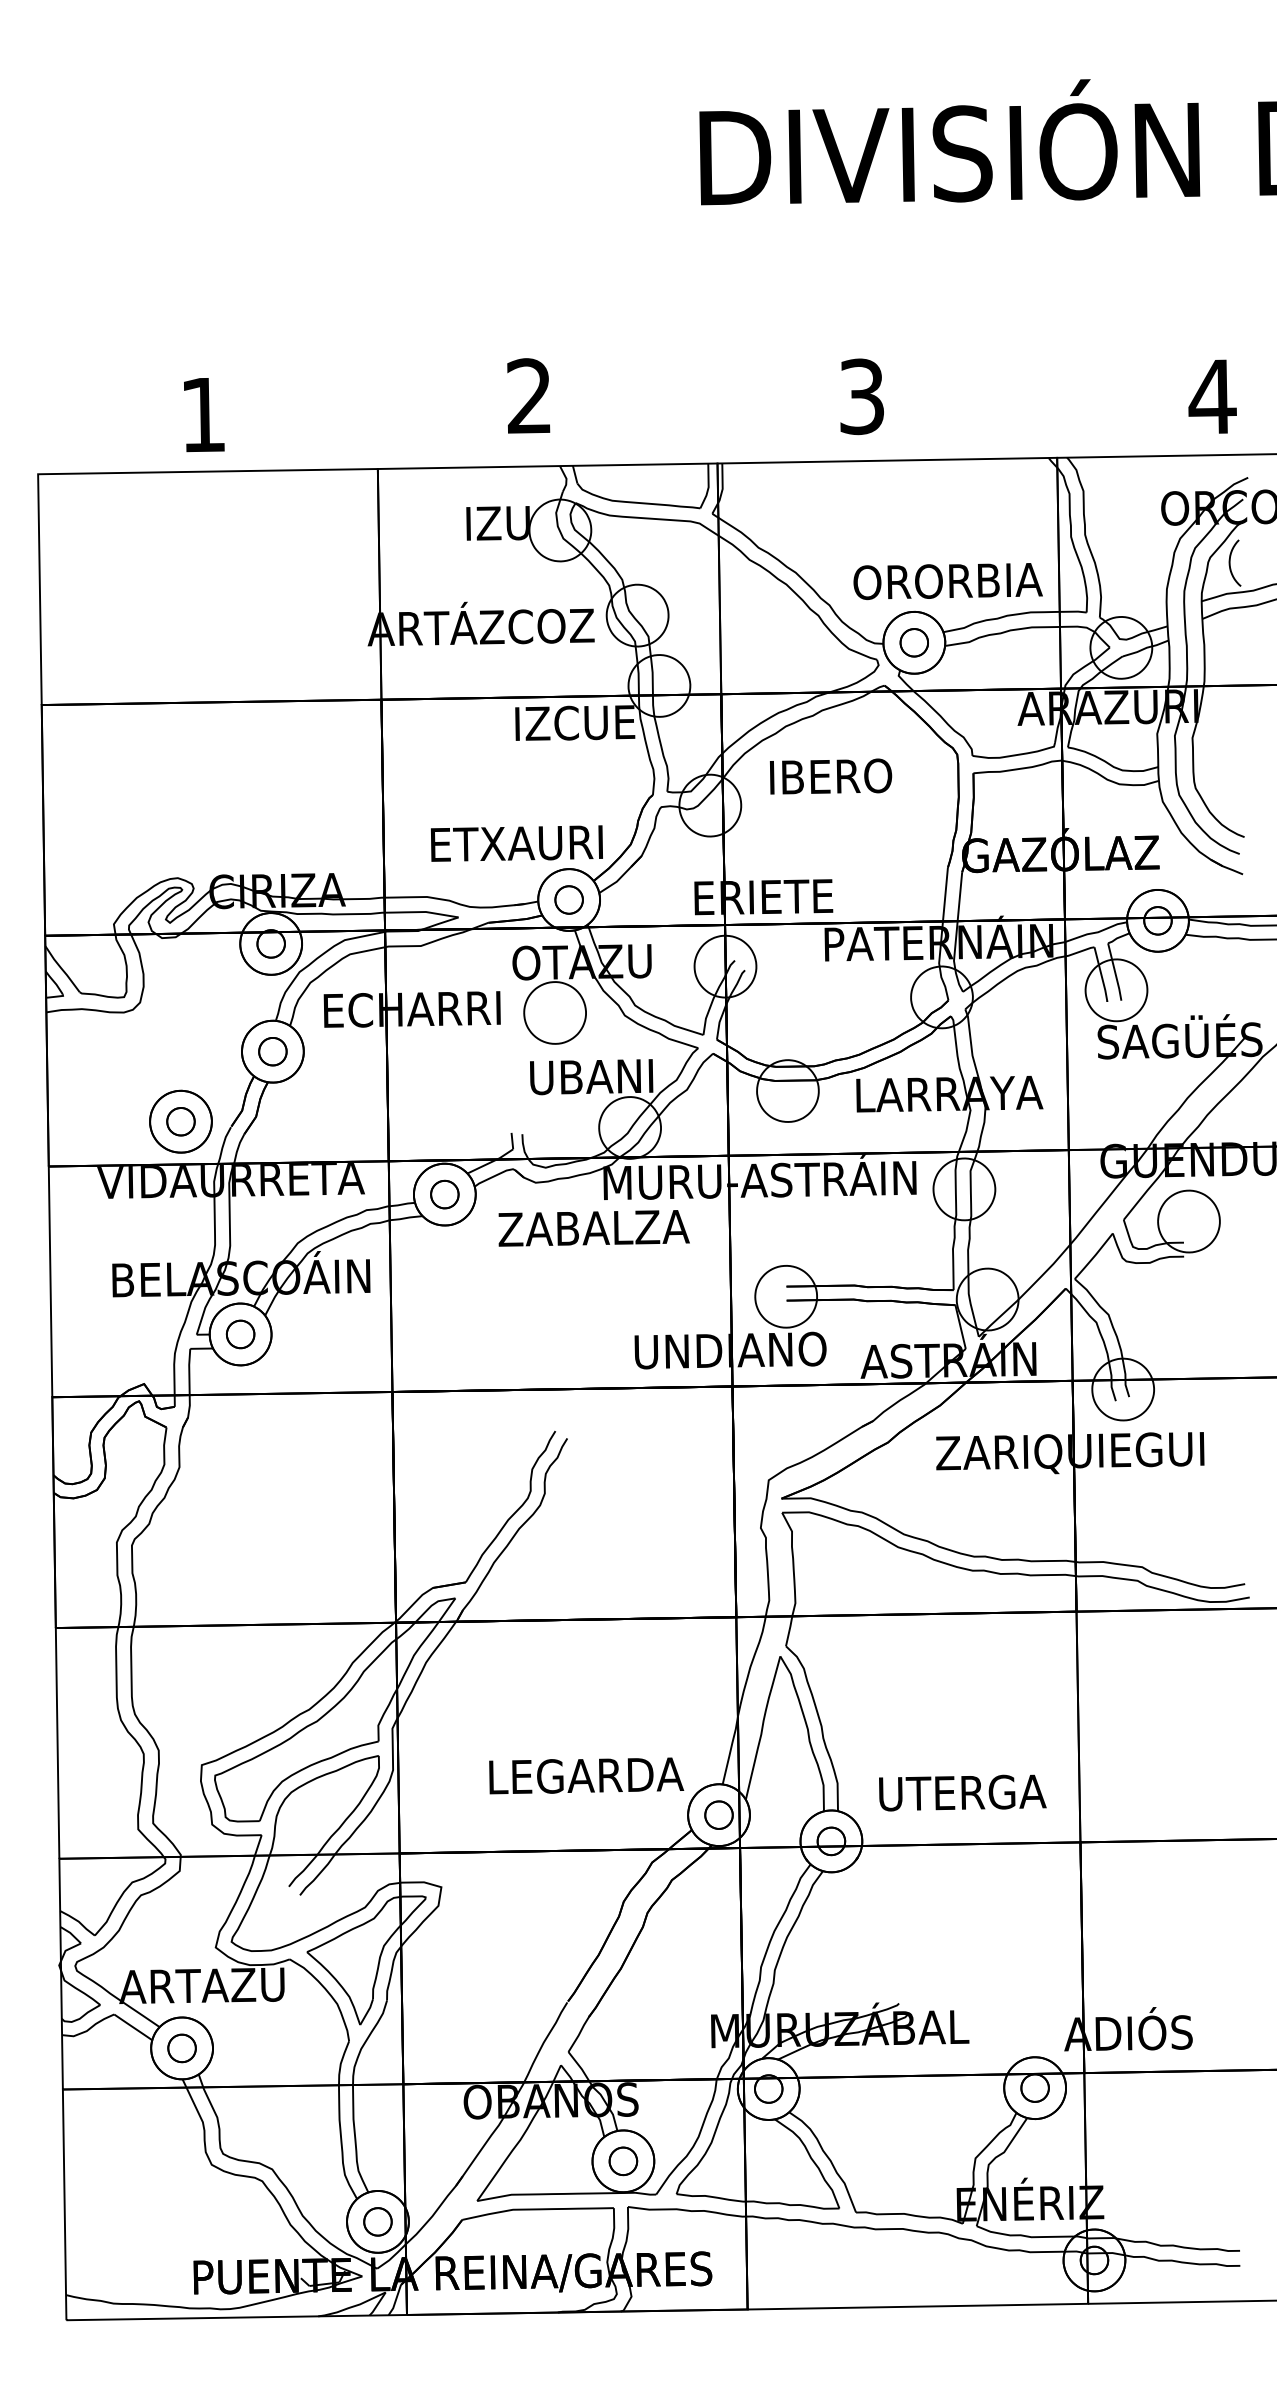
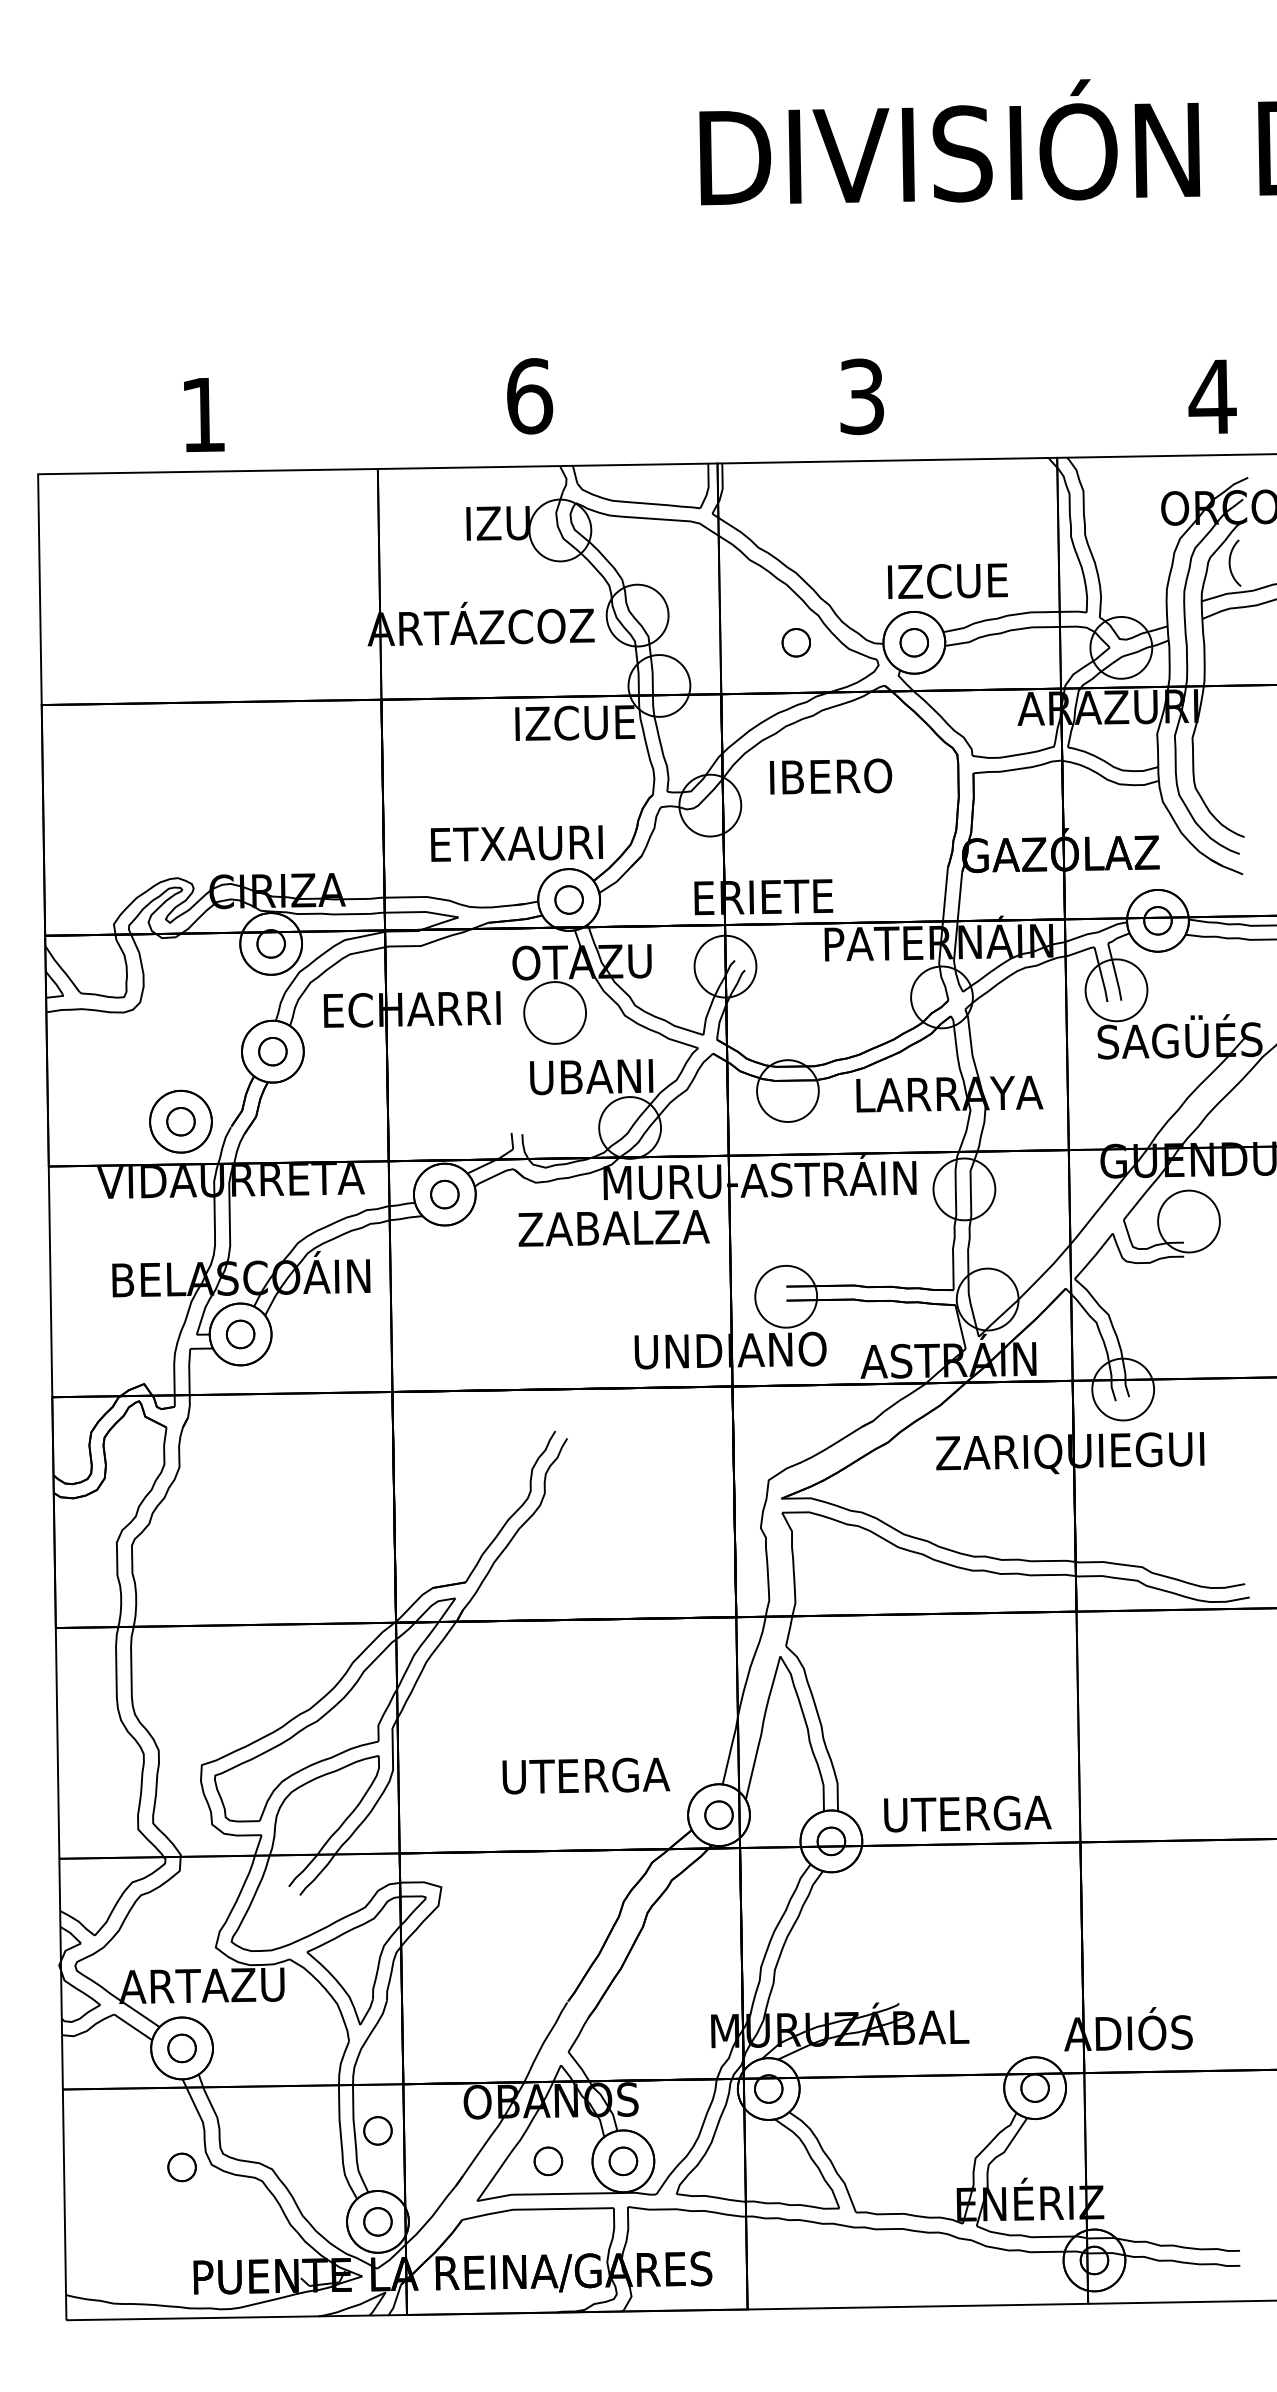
text at (530, 396): 2 -> 6
text at (947, 581): ORORBIA -> IZCUE
part at (795, 642): none -> present
text at (593, 1228) position: (593, 1228) -> (613, 1228)
text at (586, 1775): LEGARDA -> UTERGA
text at (962, 1792) position: (962, 1792) -> (967, 1813)
part at (377, 2130): none -> present
part at (548, 2161): none -> present
part at (181, 2167): none -> present
